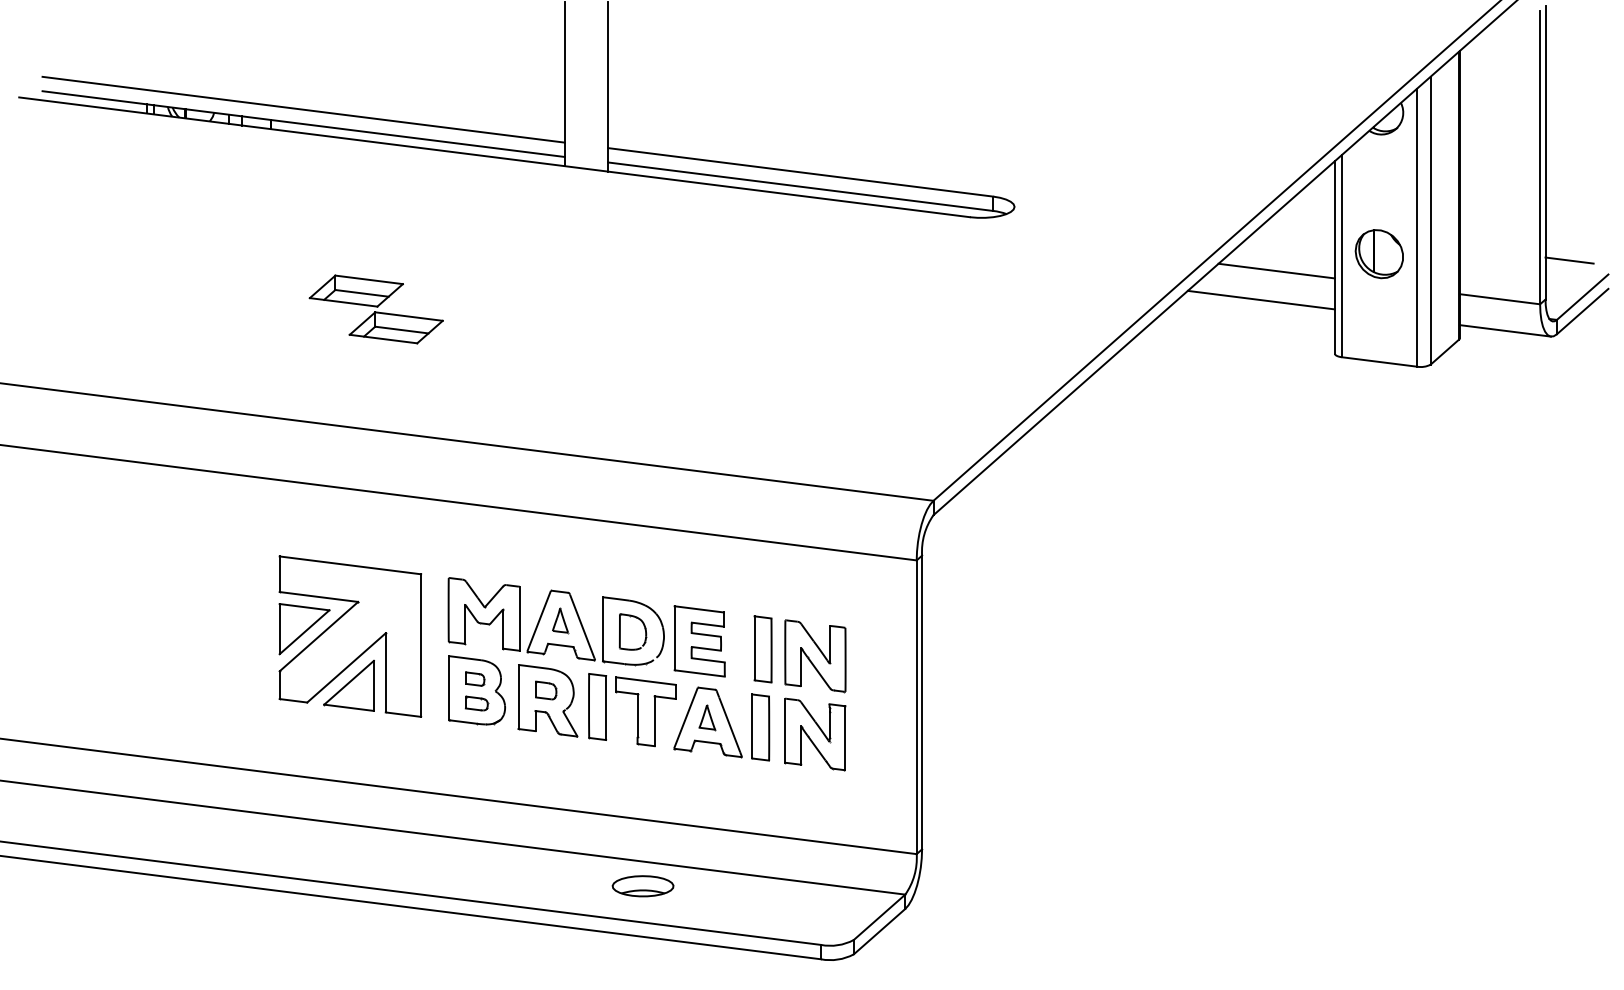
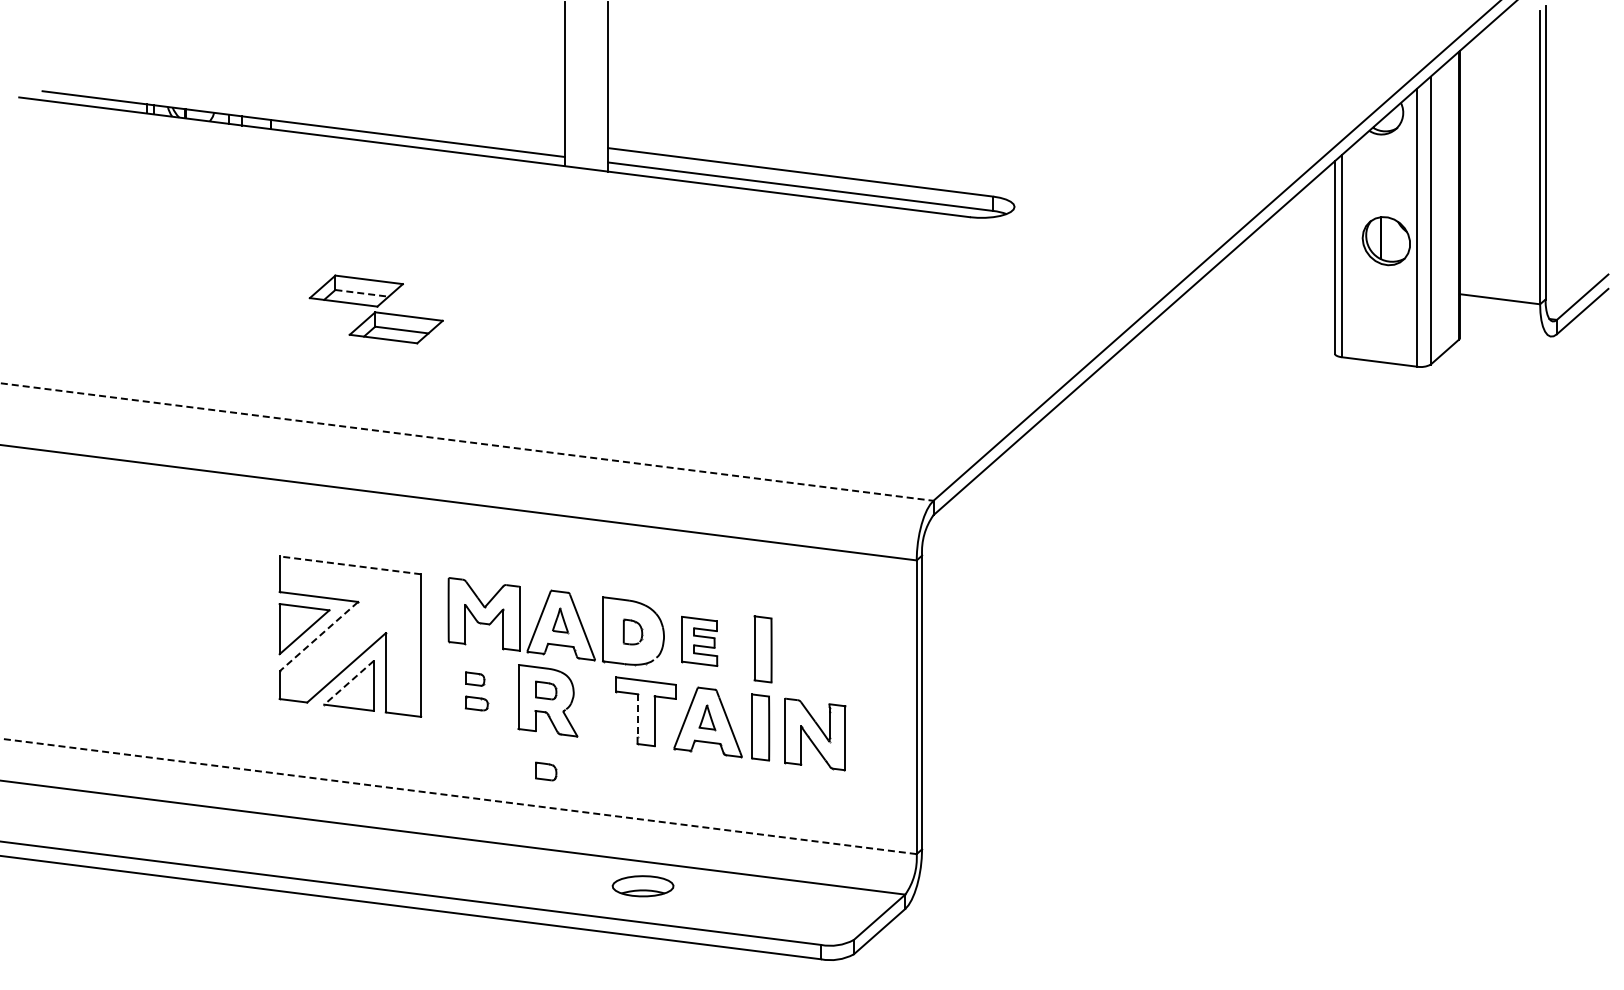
line at (303, 109): present -> none
part at (1378, 254) position: (1378, 254) -> (1385, 241)
line at (1569, 260): present -> none
line at (1276, 270): present -> none
line at (362, 293): solid -> dashed
line at (1260, 299): present -> none
line at (1505, 330): present -> none
line at (467, 442): solid -> dashed
line at (349, 565): solid -> dashed
part at (632, 631) size: 30x38 px -> 22x28 px
line at (318, 637): solid -> dashed
part at (699, 641) size: 53x73 px -> 38x52 px
part at (815, 656): present -> none
line at (348, 683): solid -> dashed
part at (476, 690): present -> none
part at (597, 706): present -> none
line at (637, 716): solid -> dashed
part at (546, 771): none -> present
line at (458, 796): solid -> dashed
